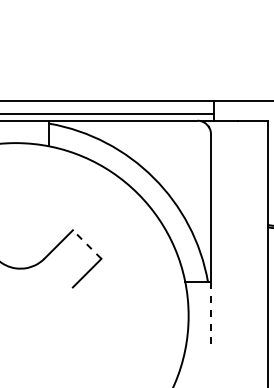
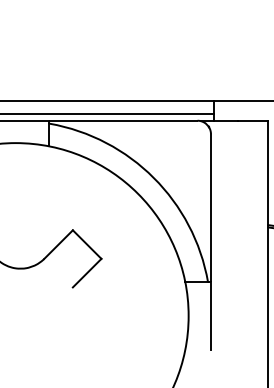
line at (86, 244): dashed -> solid
line at (211, 315): dashed -> solid
